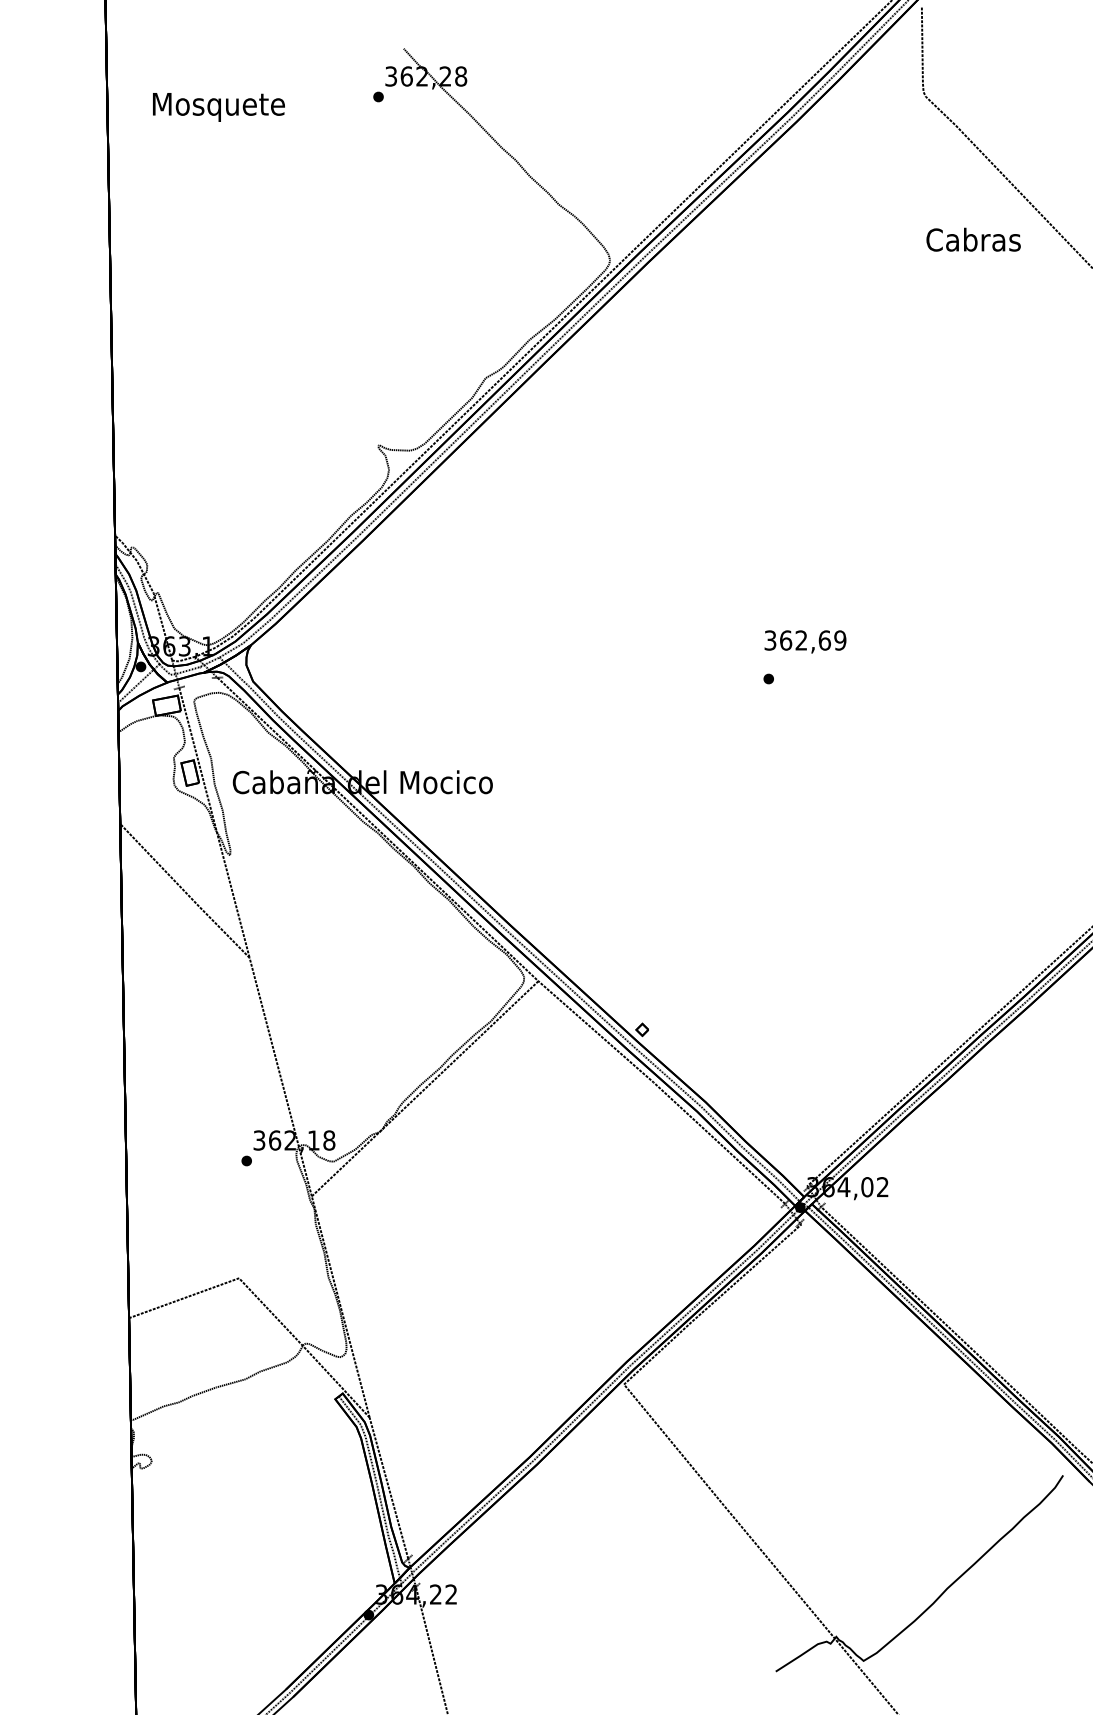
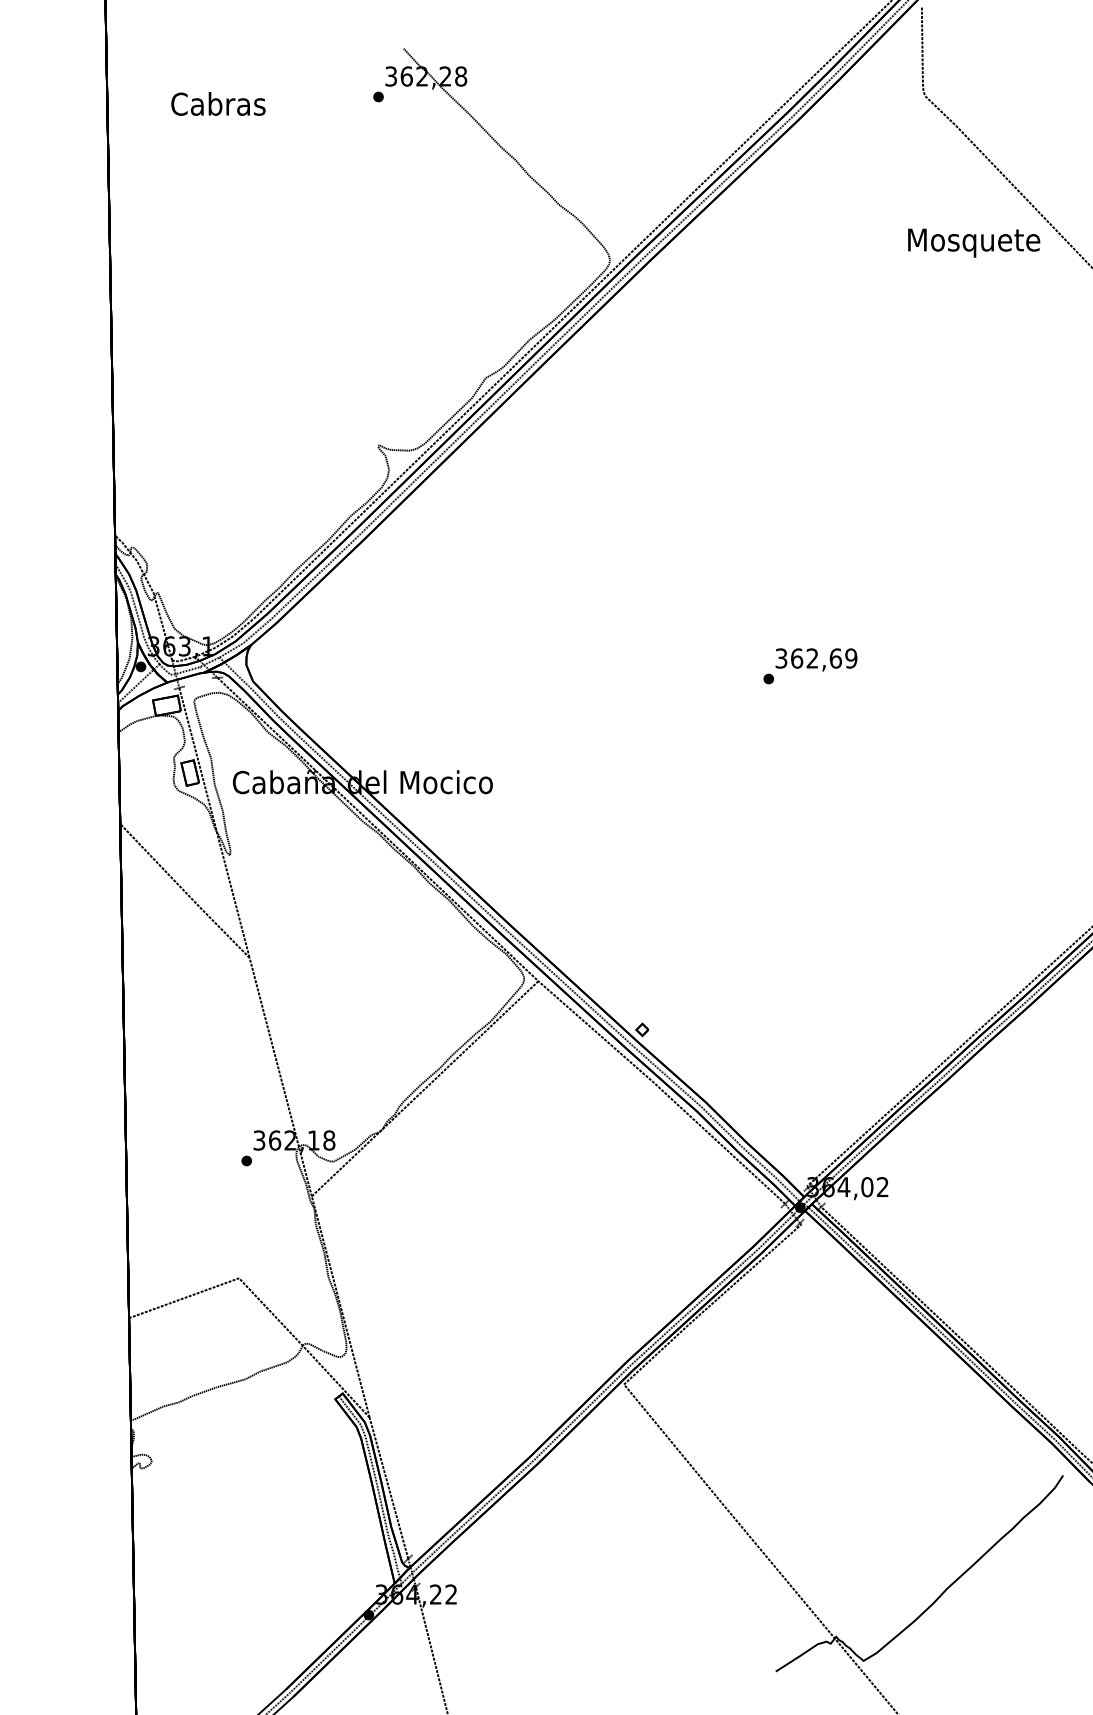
text at (218, 106): Mosquete -> Cabras
text at (974, 242): Cabras -> Mosquete
text at (805, 641) position: (805, 641) -> (816, 659)
